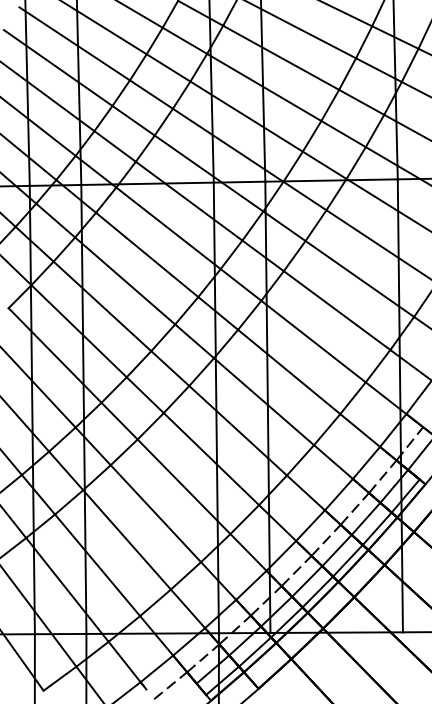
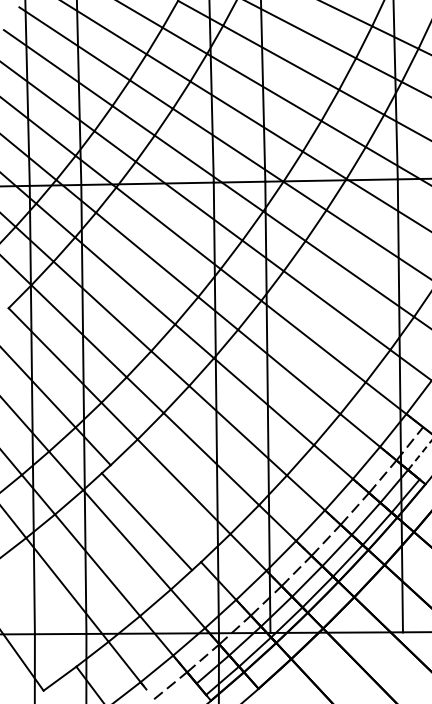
line at (420, 454): solid -> dashed
line at (155, 513) position: (155, 513) -> (146, 521)
line at (39, 617): present -> none
